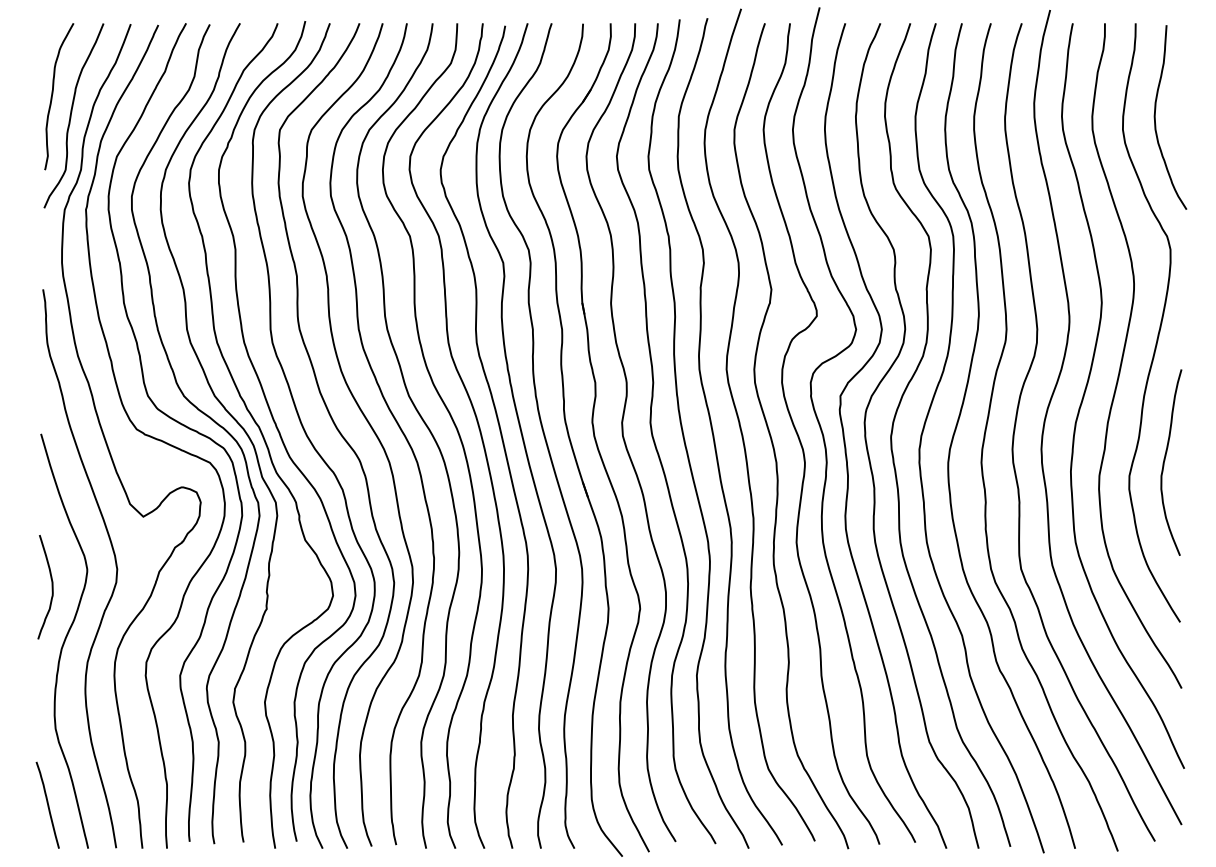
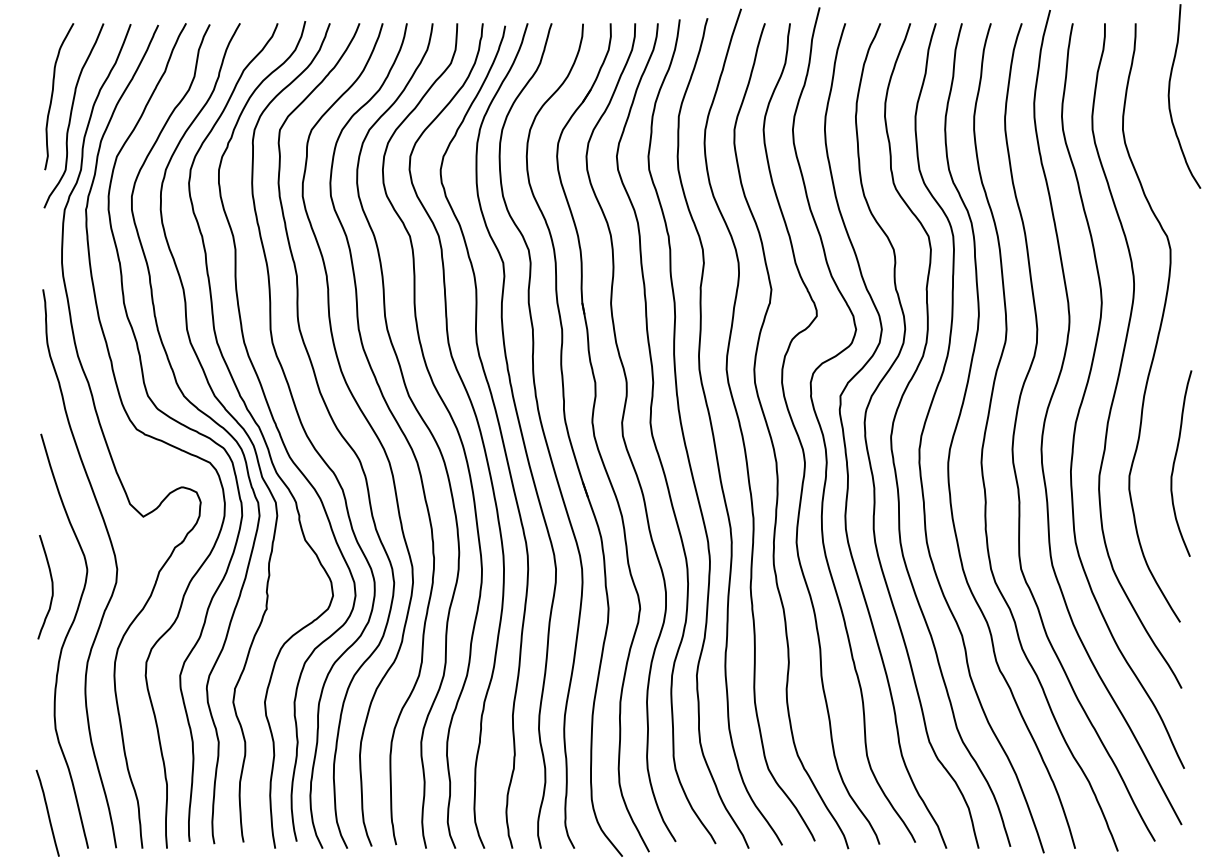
curve at (1155, 117) position: (1155, 117) -> (1169, 96)
curve at (1165, 460) position: (1165, 460) -> (1175, 461)
curve at (47, 804) position: (47, 804) -> (47, 812)
